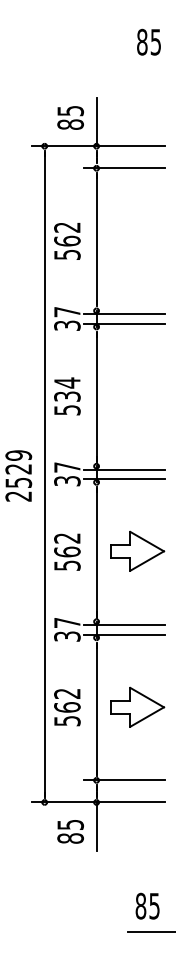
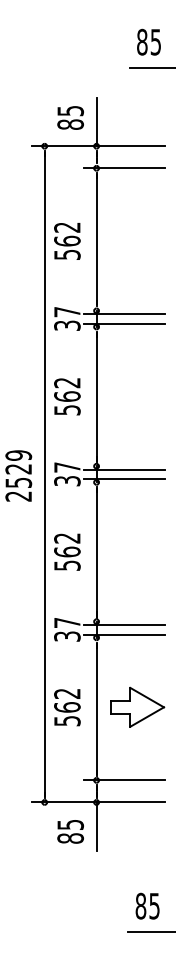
line at (151, 68): none -> present
text at (67, 389): 534 -> 562
part at (137, 550): present -> none
